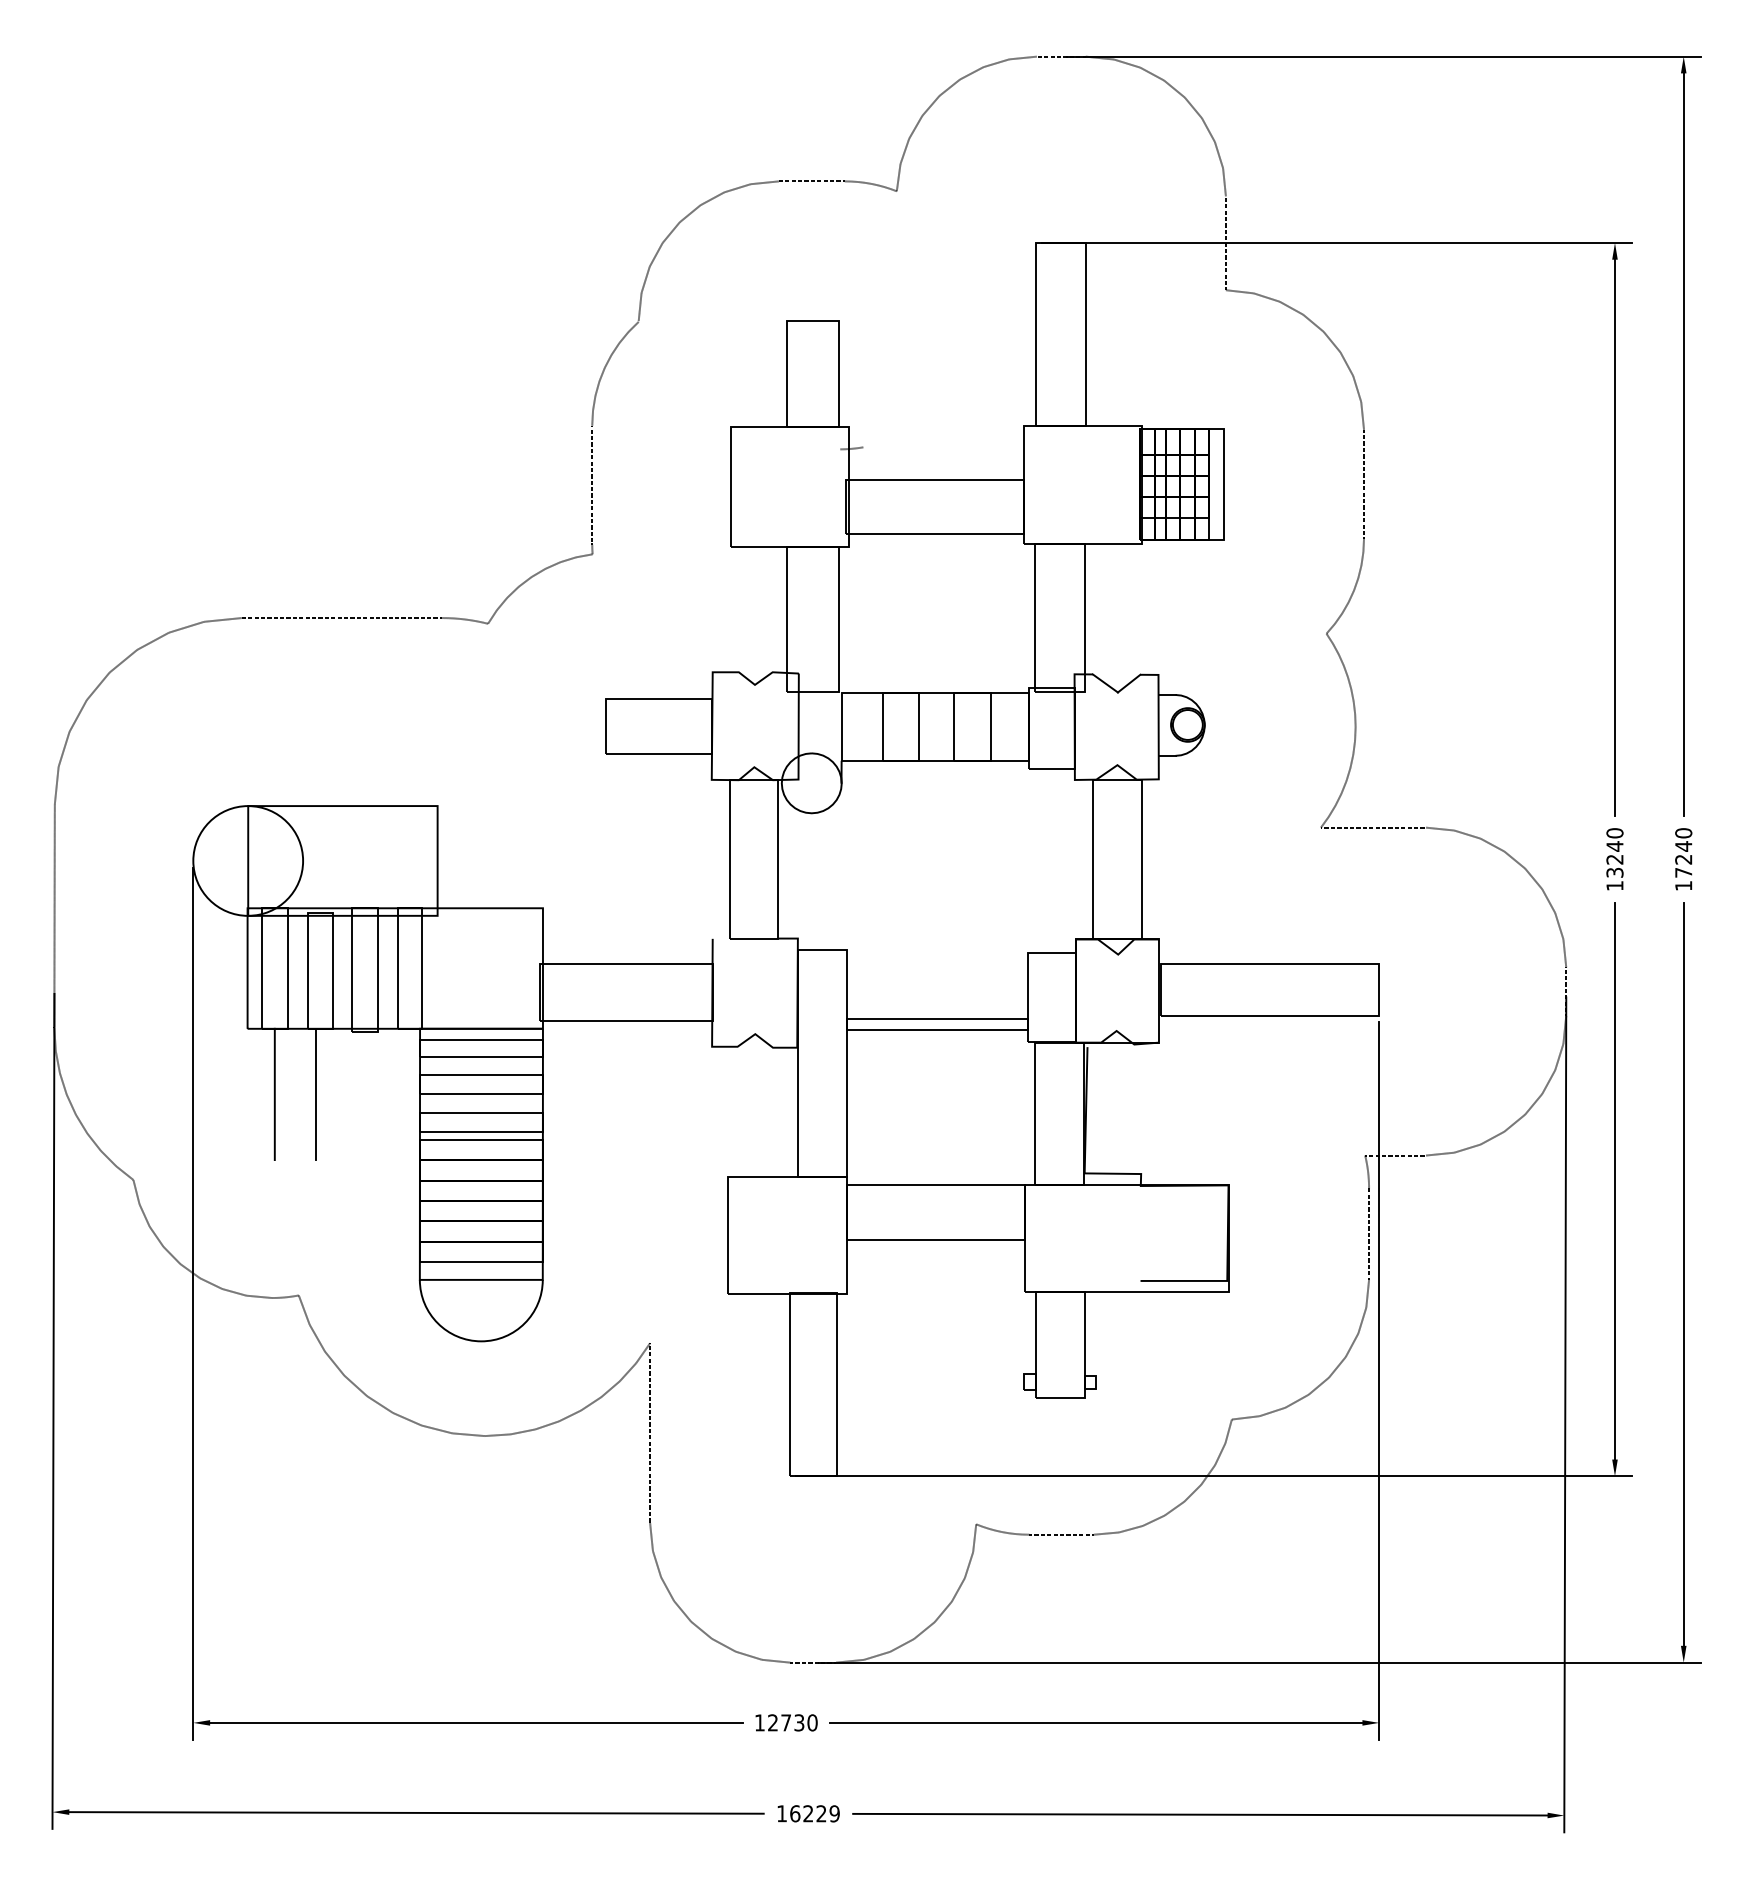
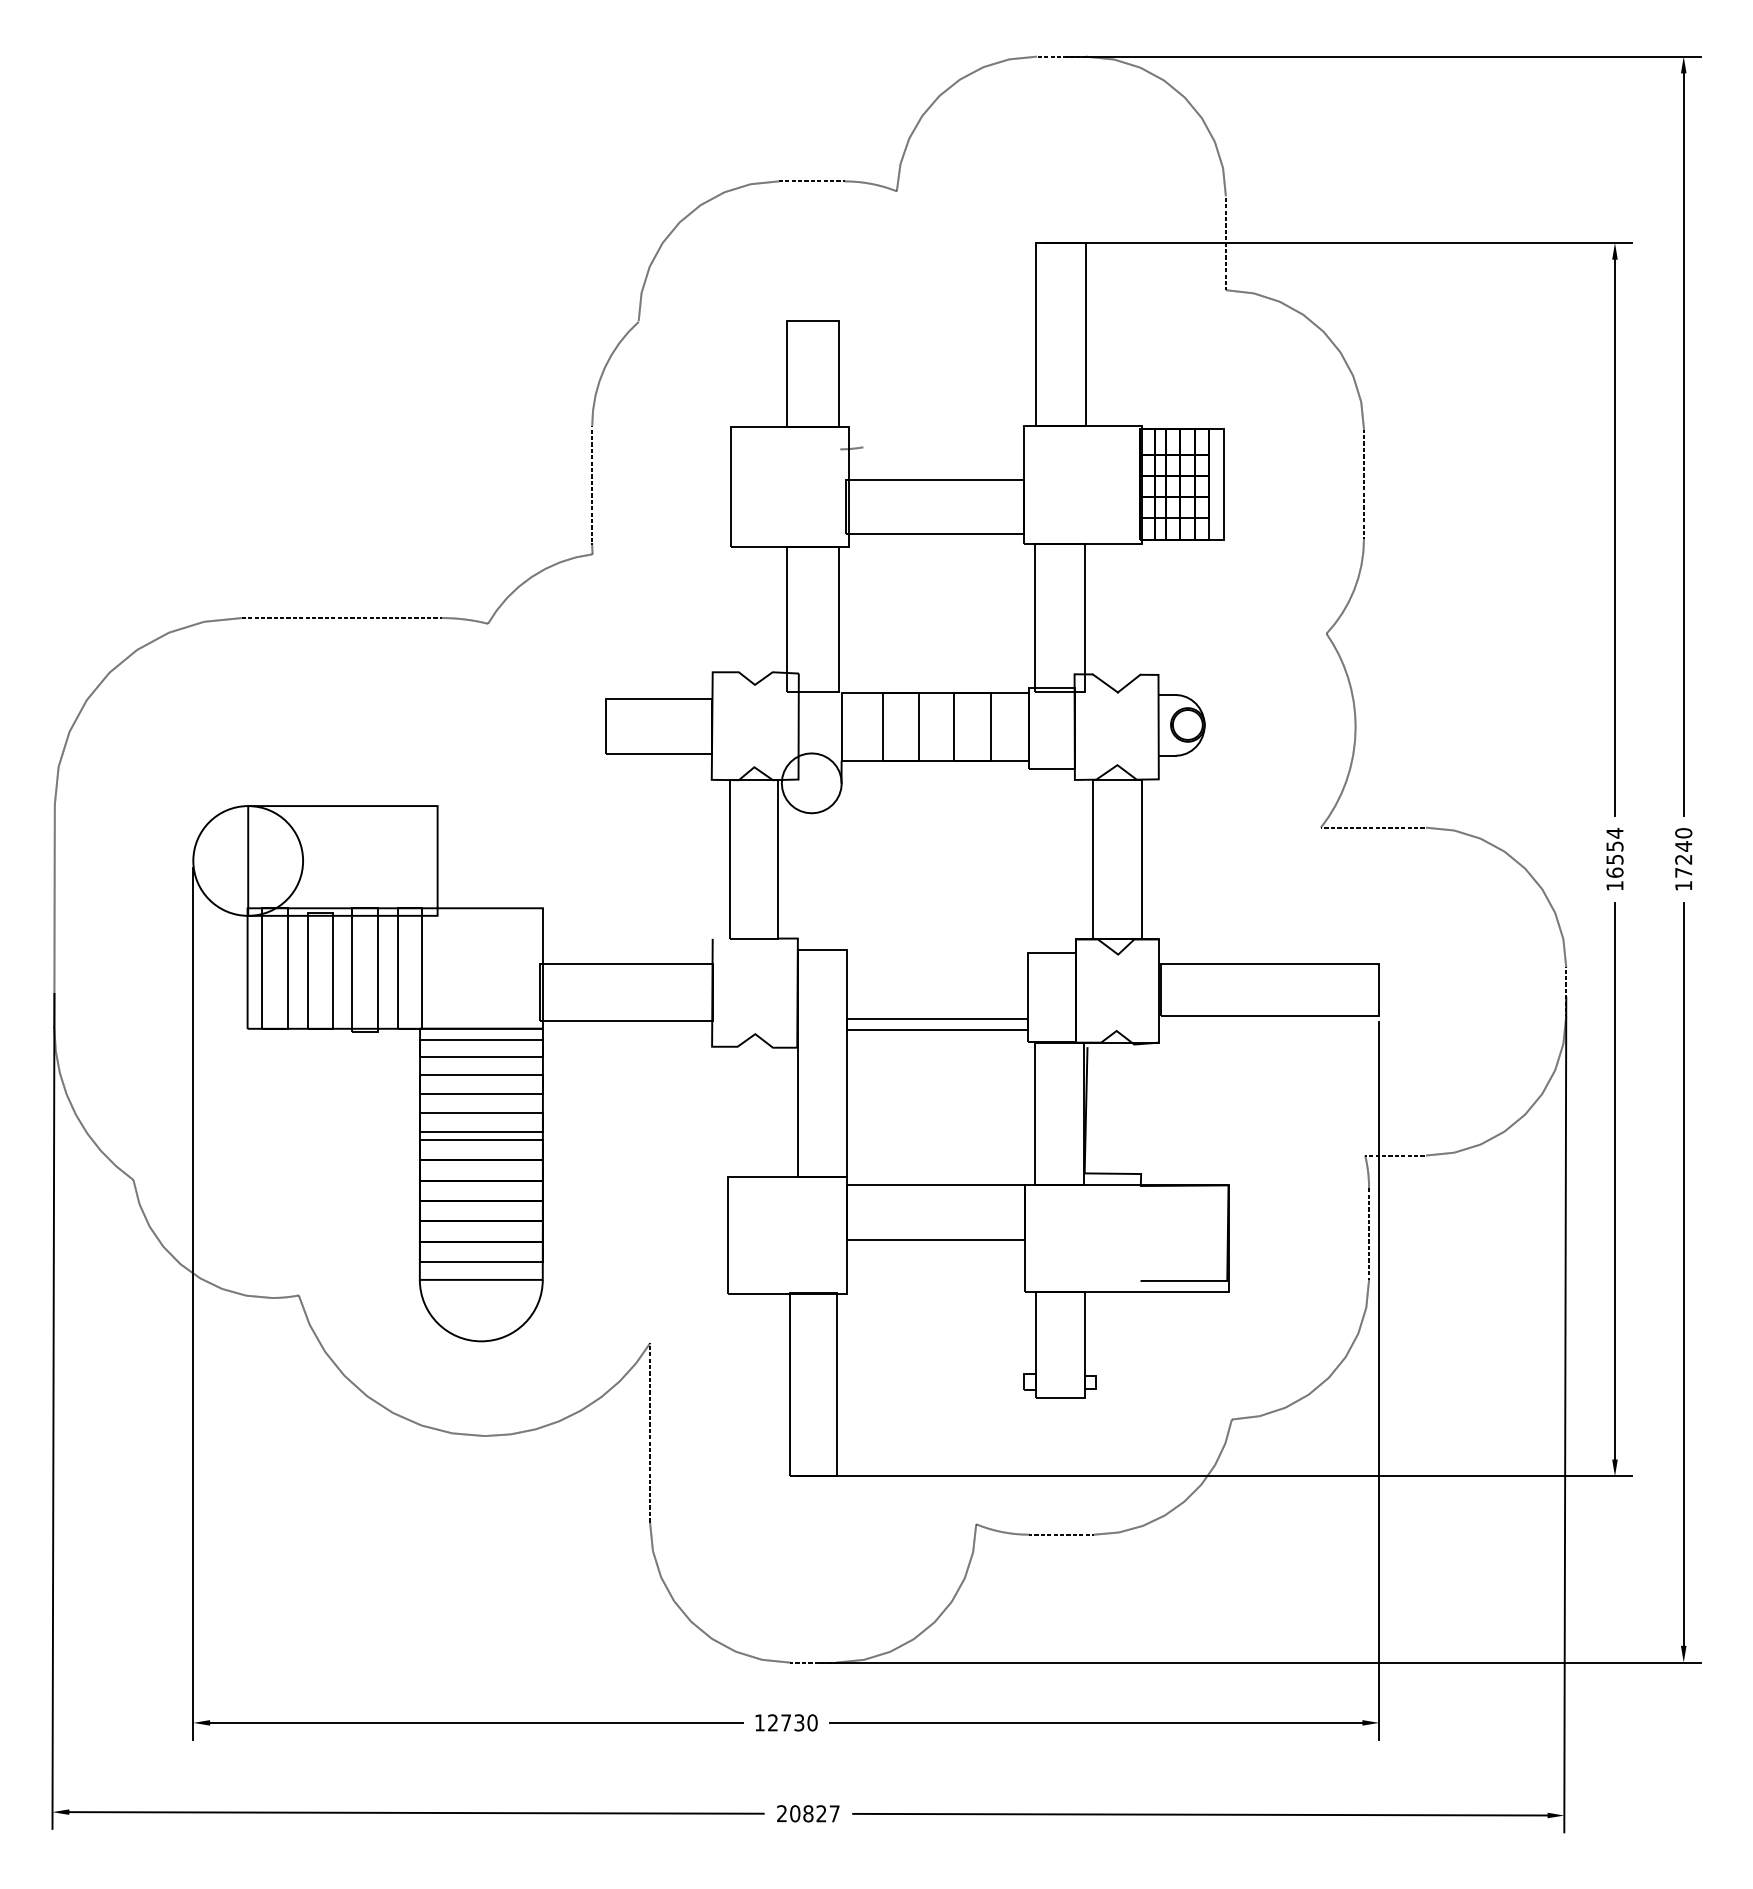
text at (1614, 852): 13240 -> 16554
line at (274, 1094): present -> none
line at (315, 1094): present -> none
text at (808, 1813): 16229 -> 20827
